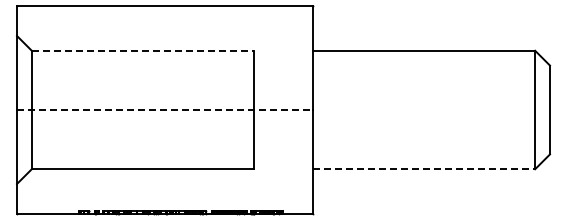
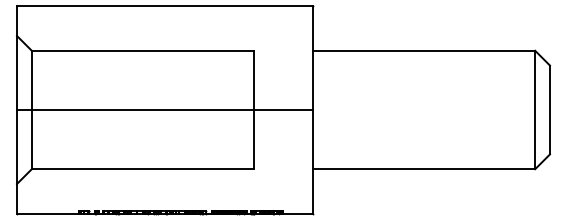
line at (143, 50): dashed -> solid
line at (165, 110): dashed -> solid
line at (424, 169): dashed -> solid
